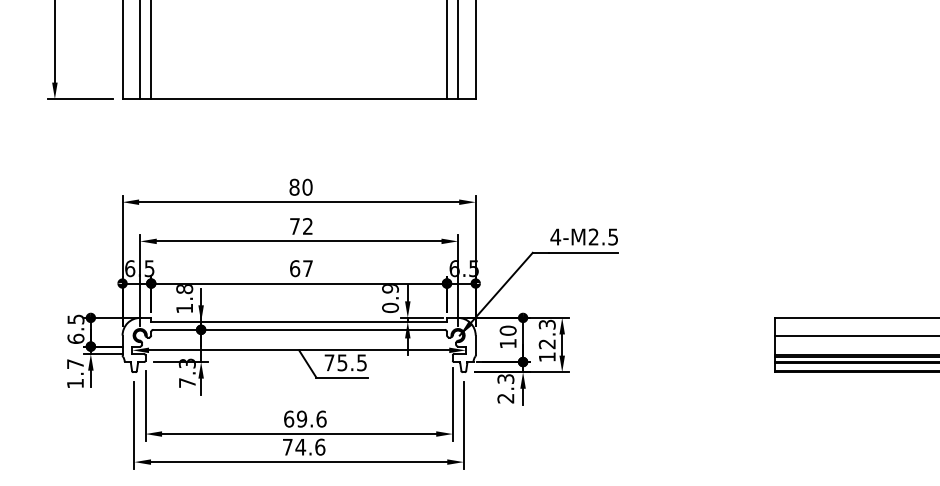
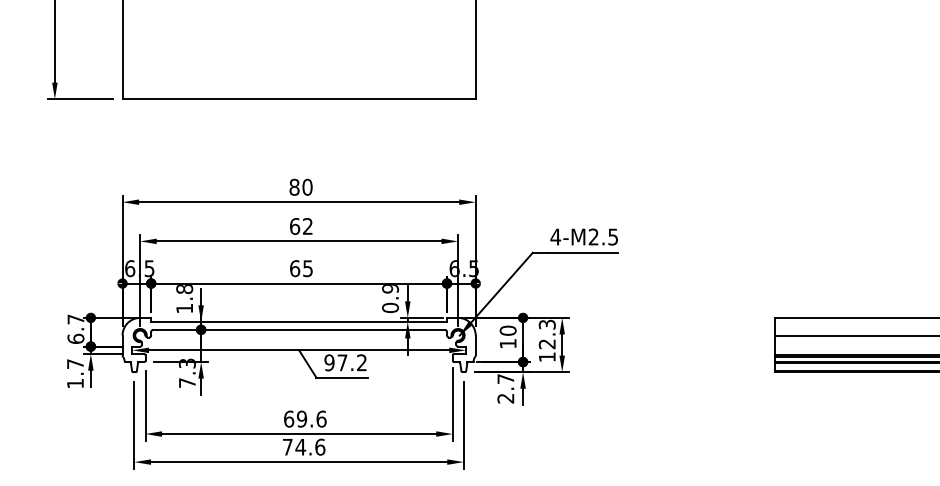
line at (140, 50): present -> none
line at (151, 50): present -> none
line at (447, 50): present -> none
line at (458, 50): present -> none
text at (295, 226): 72 -> 62
text at (307, 268): 67 -> 65
text at (75, 319): 6.5 -> 6.7
text at (345, 362): 75.5 -> 97.2
text at (505, 378): 2.3 -> 2.7
